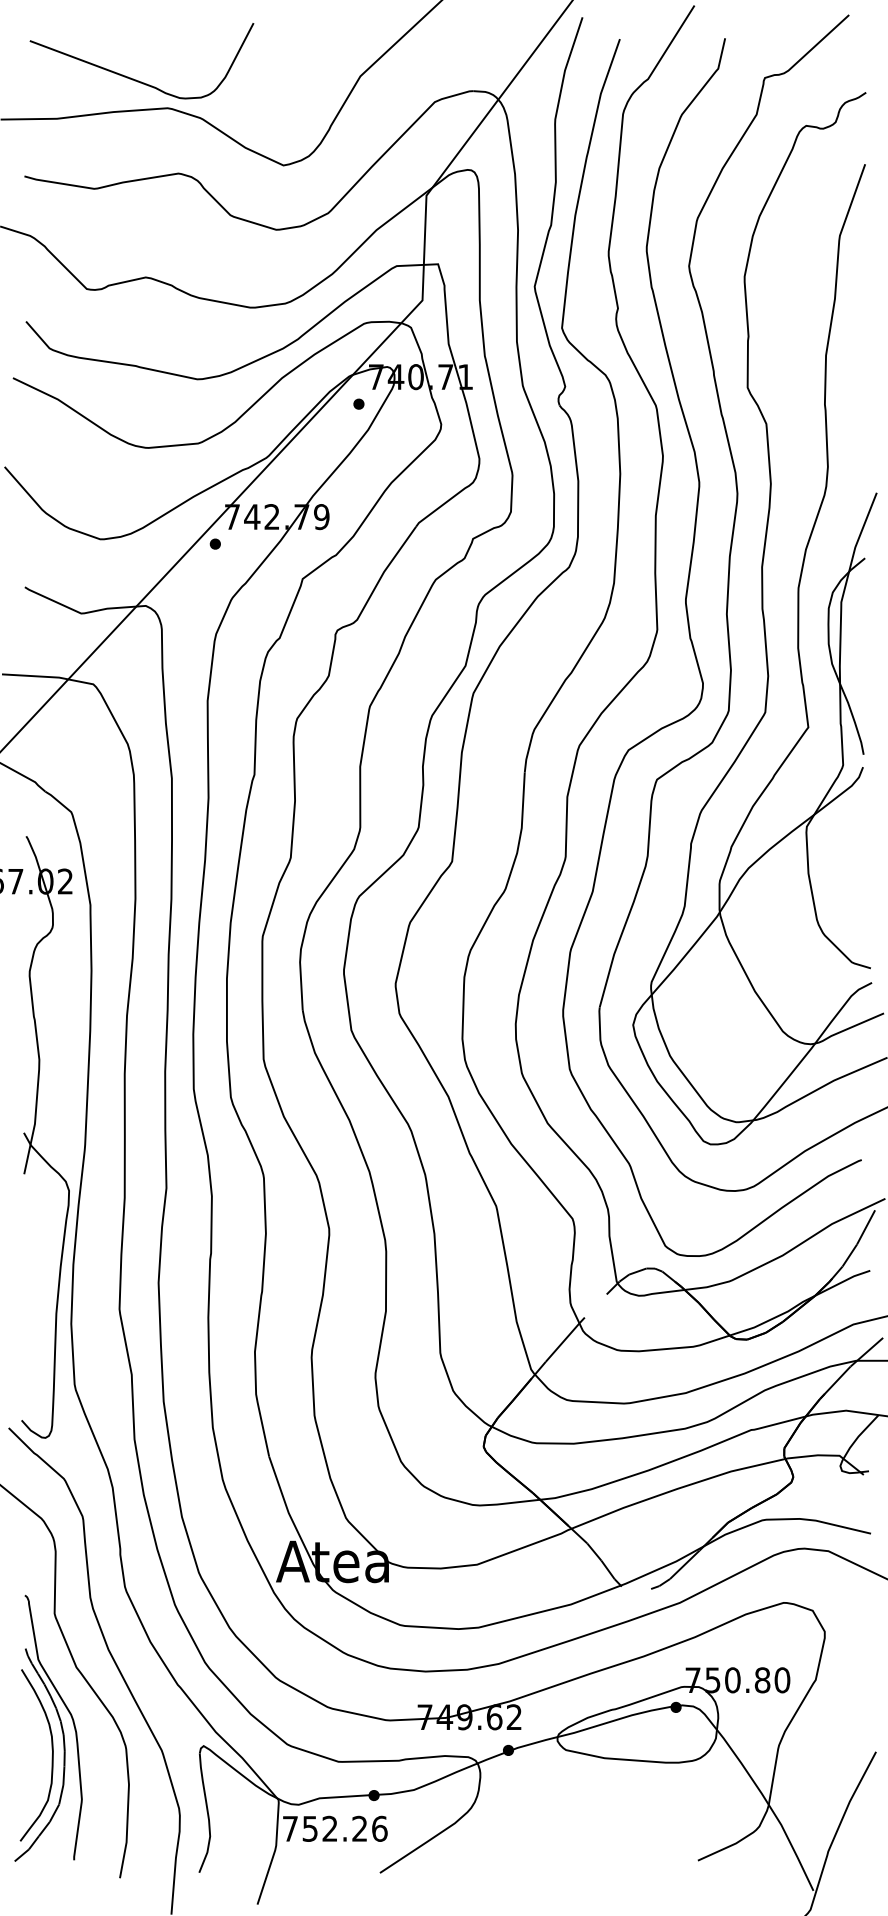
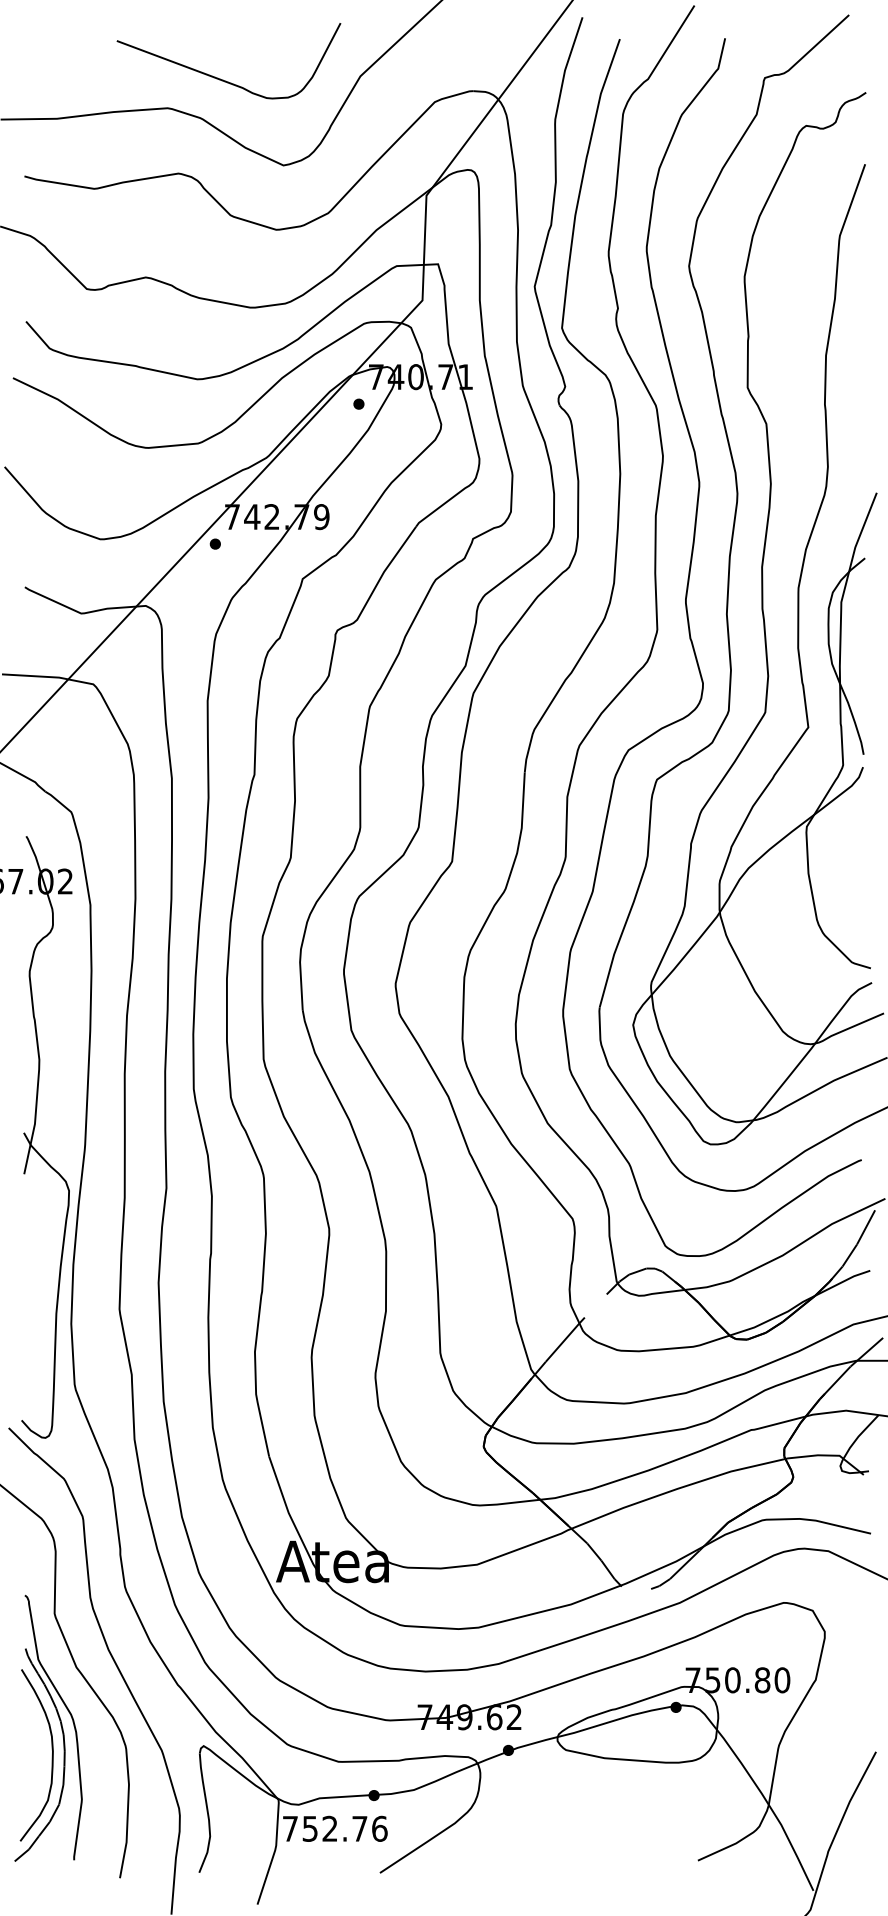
curve at (136, 79) position: (136, 79) -> (223, 79)
text at (359, 1828): 752.26 -> 752.76
